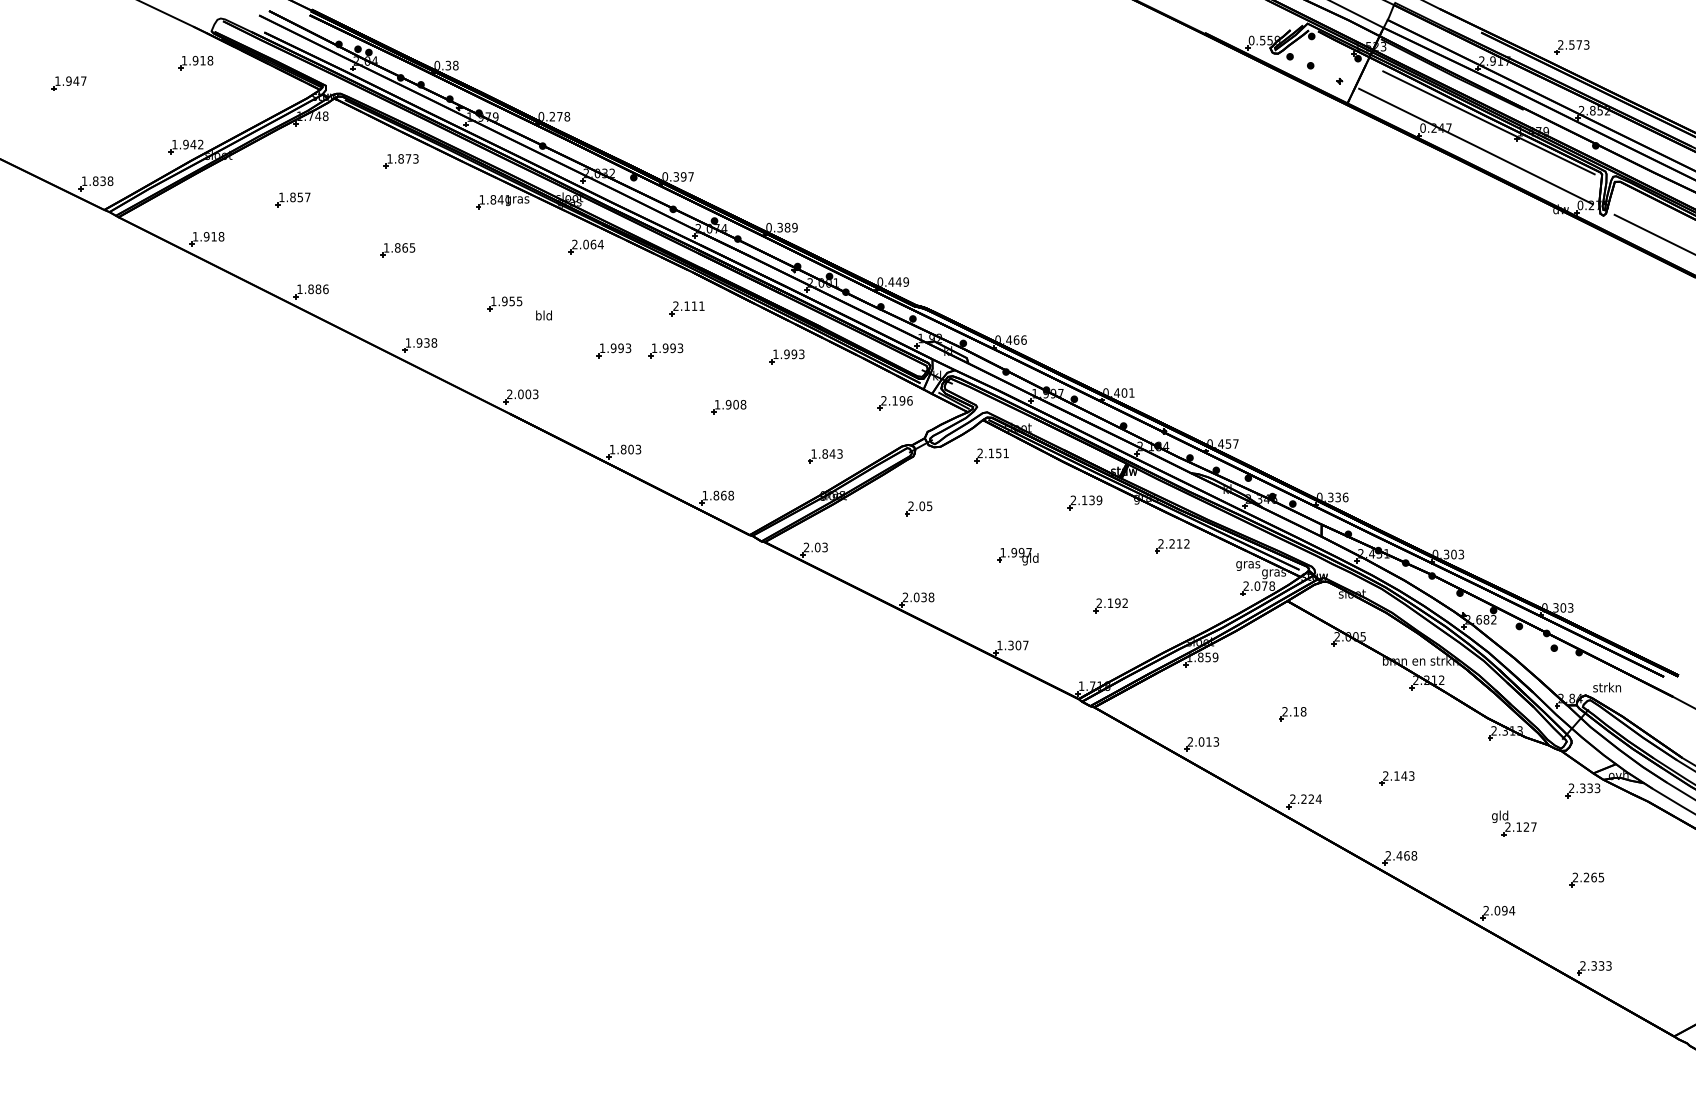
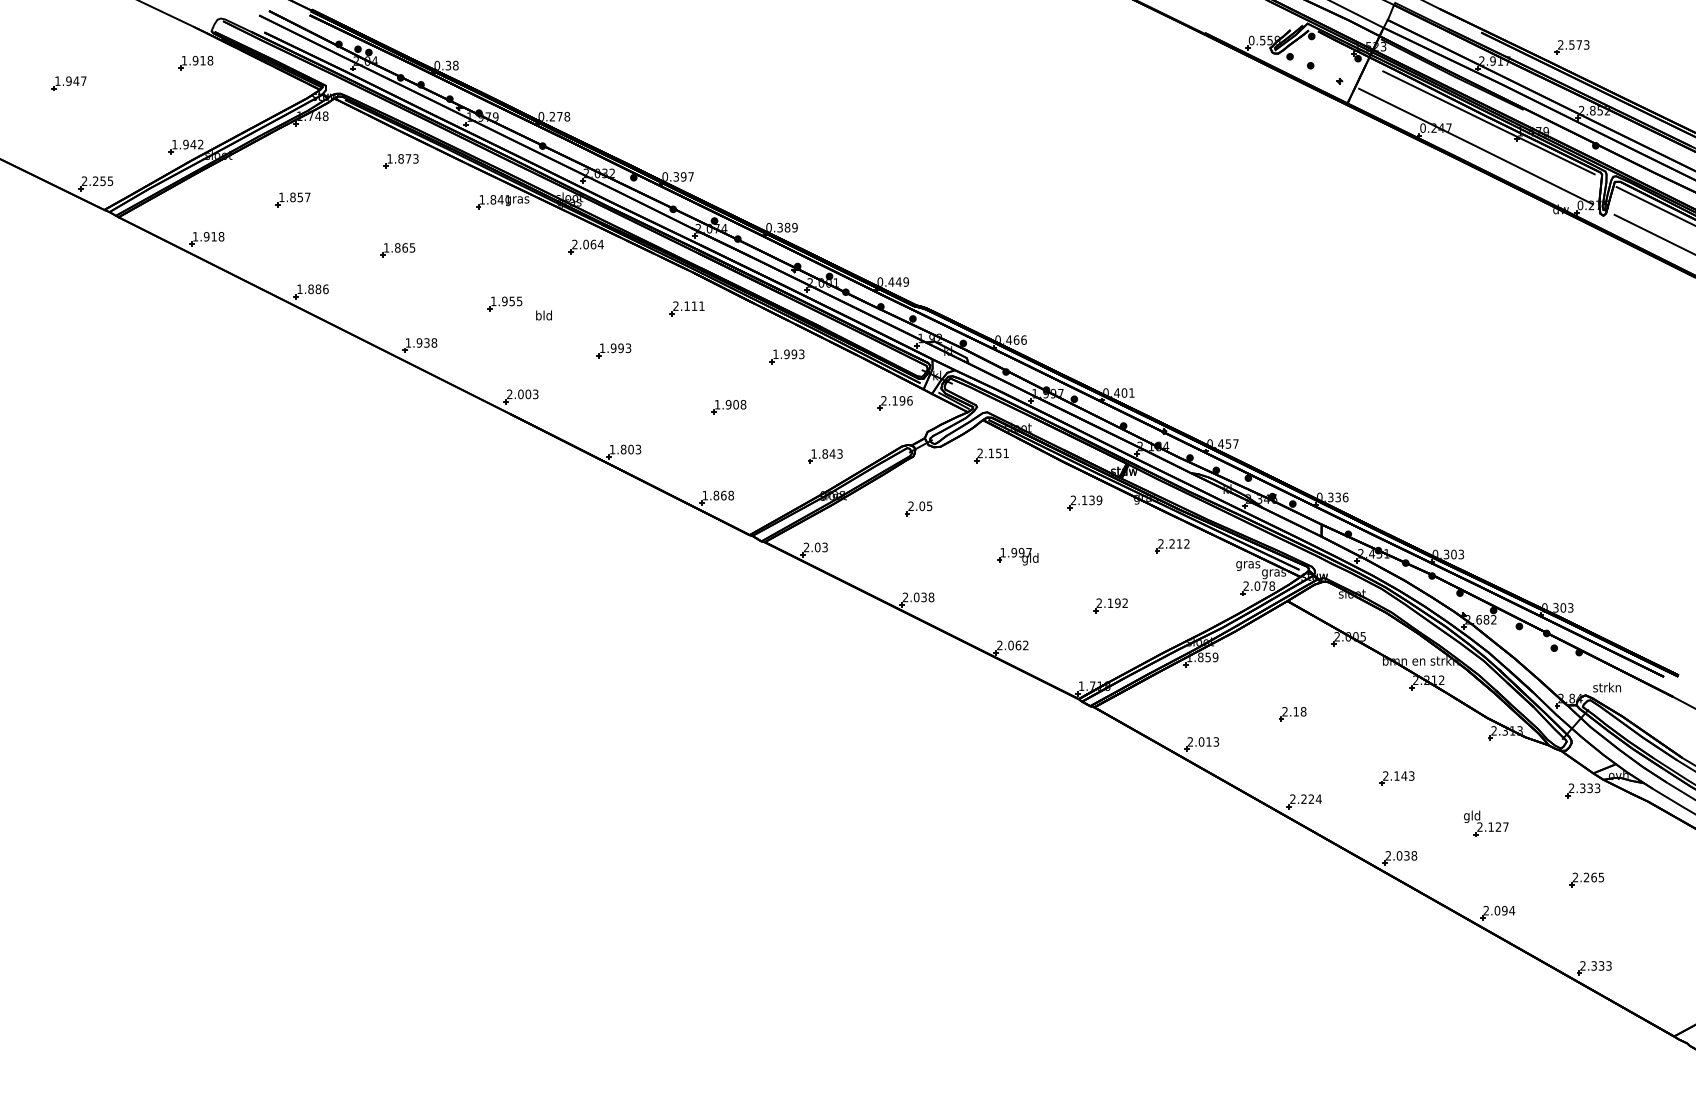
text at (97, 181): 1.838 -> 2.255
line at (1654, 205): none -> present
part at (665, 350): present -> none
text at (1012, 645): 1.307 -> 2.062
part at (1514, 823) position: (1514, 823) -> (1486, 823)
text at (1402, 855): 2.468 -> 2.038
